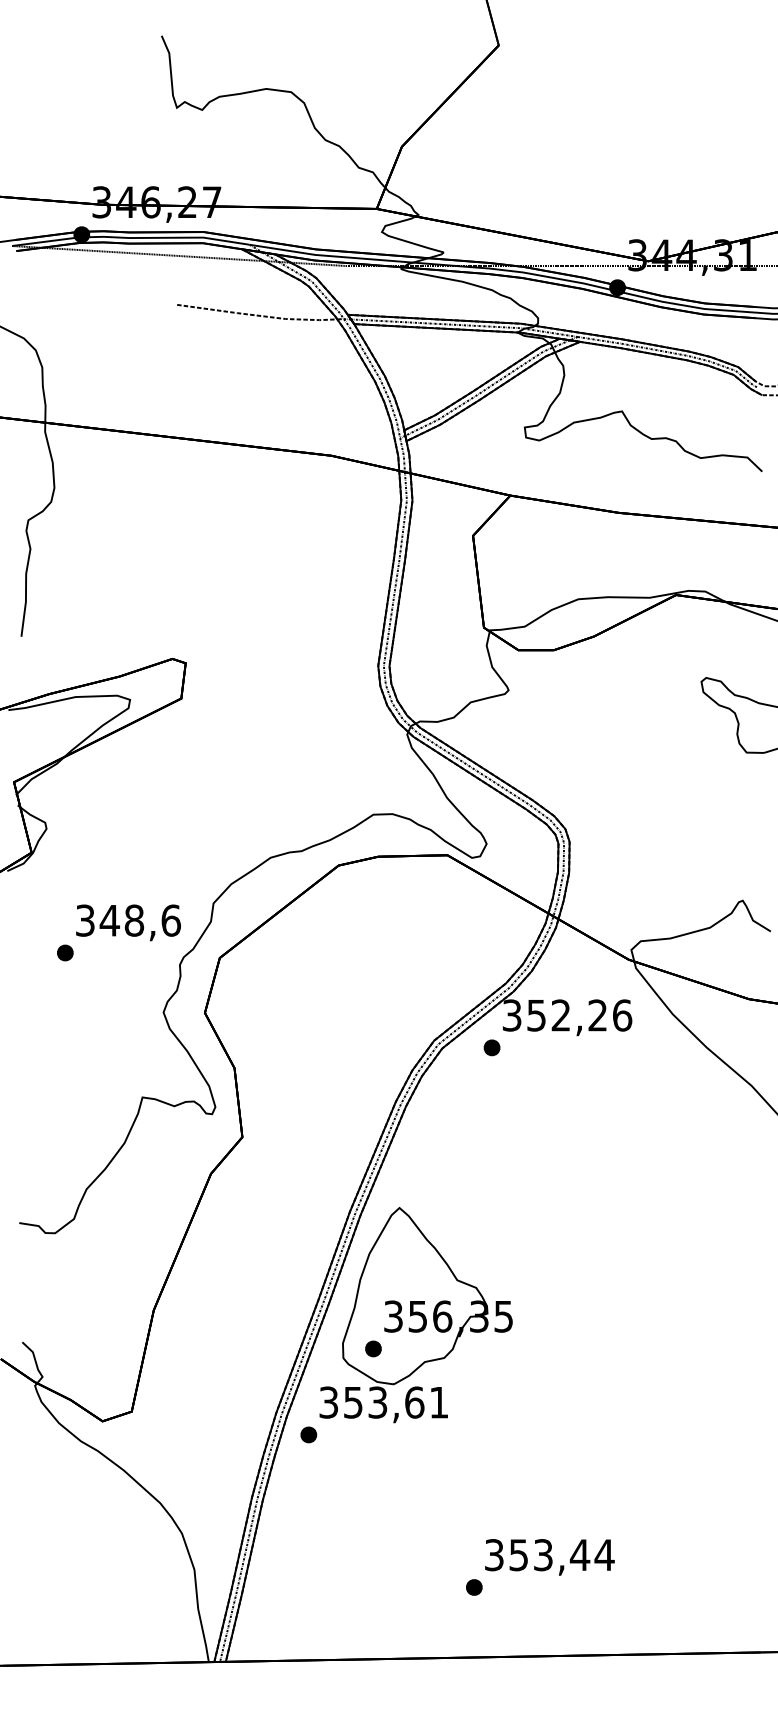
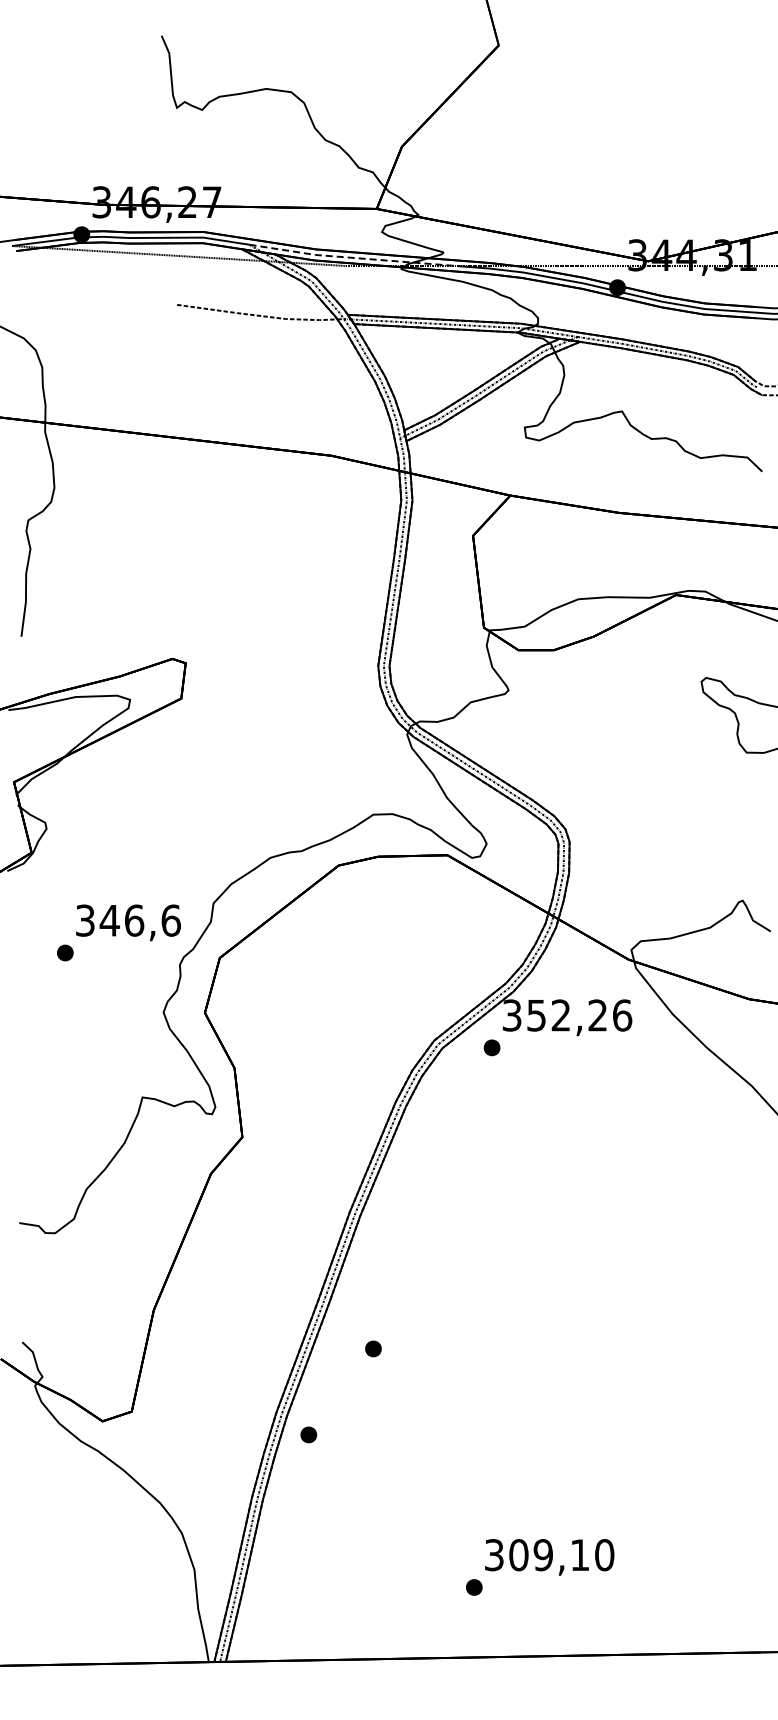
line at (353, 257): solid -> dashed
text at (134, 920): 348,6 -> 346,6
part at (415, 1315): present -> none
text at (561, 1555): 353,44 -> 309,10
